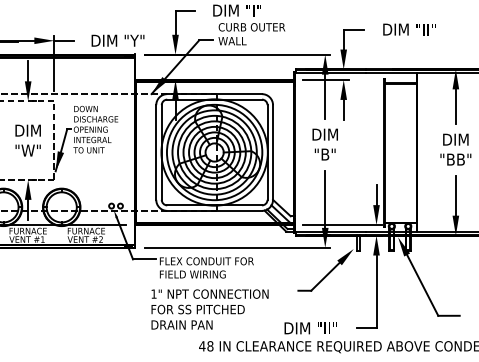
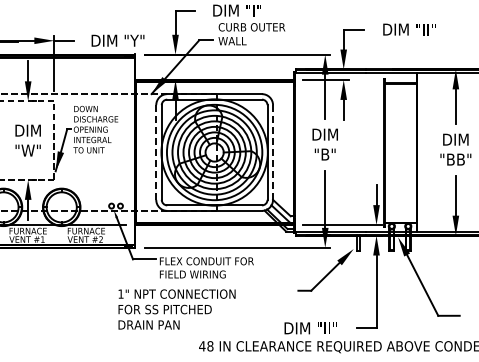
line at (156, 152): solid -> dashed
line at (273, 152): solid -> dashed
text at (209, 309) position: (209, 309) -> (176, 309)
